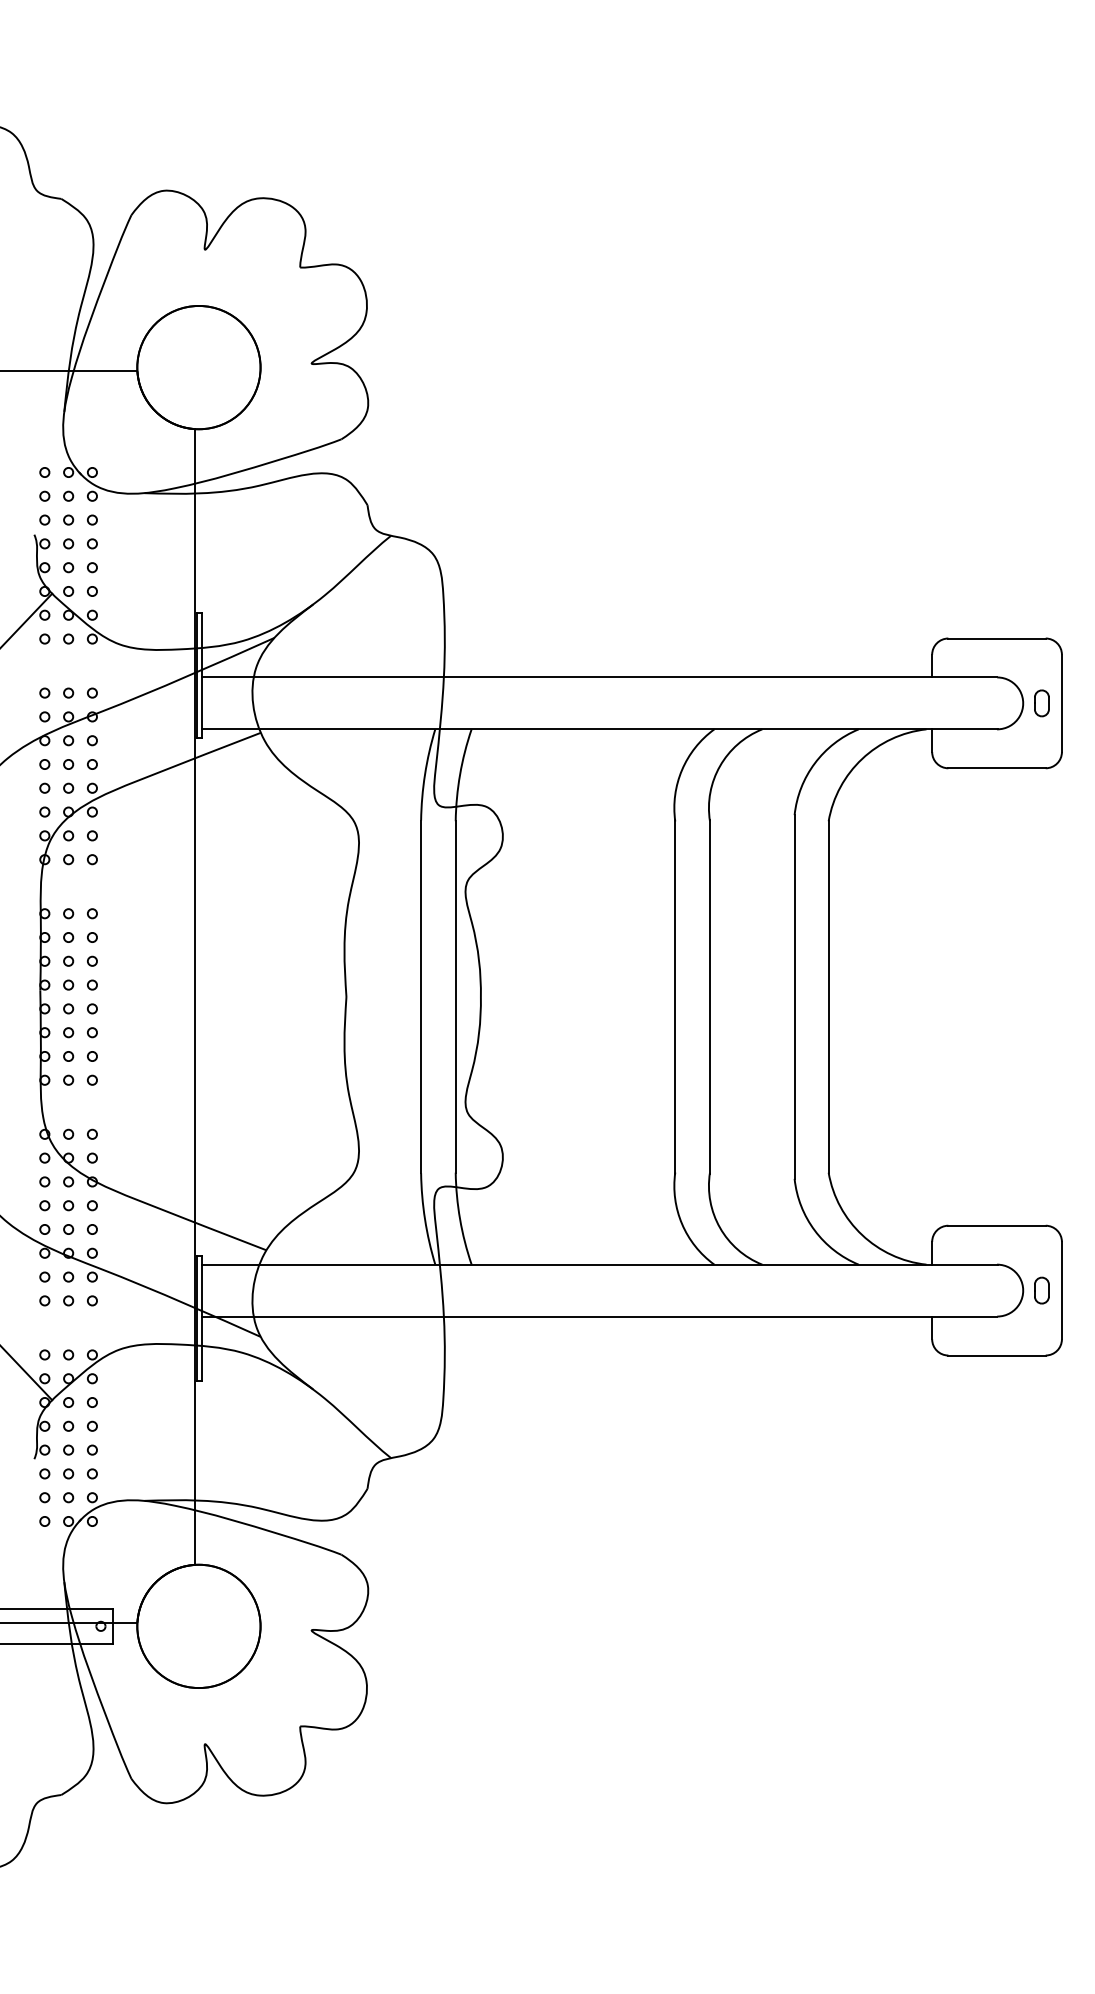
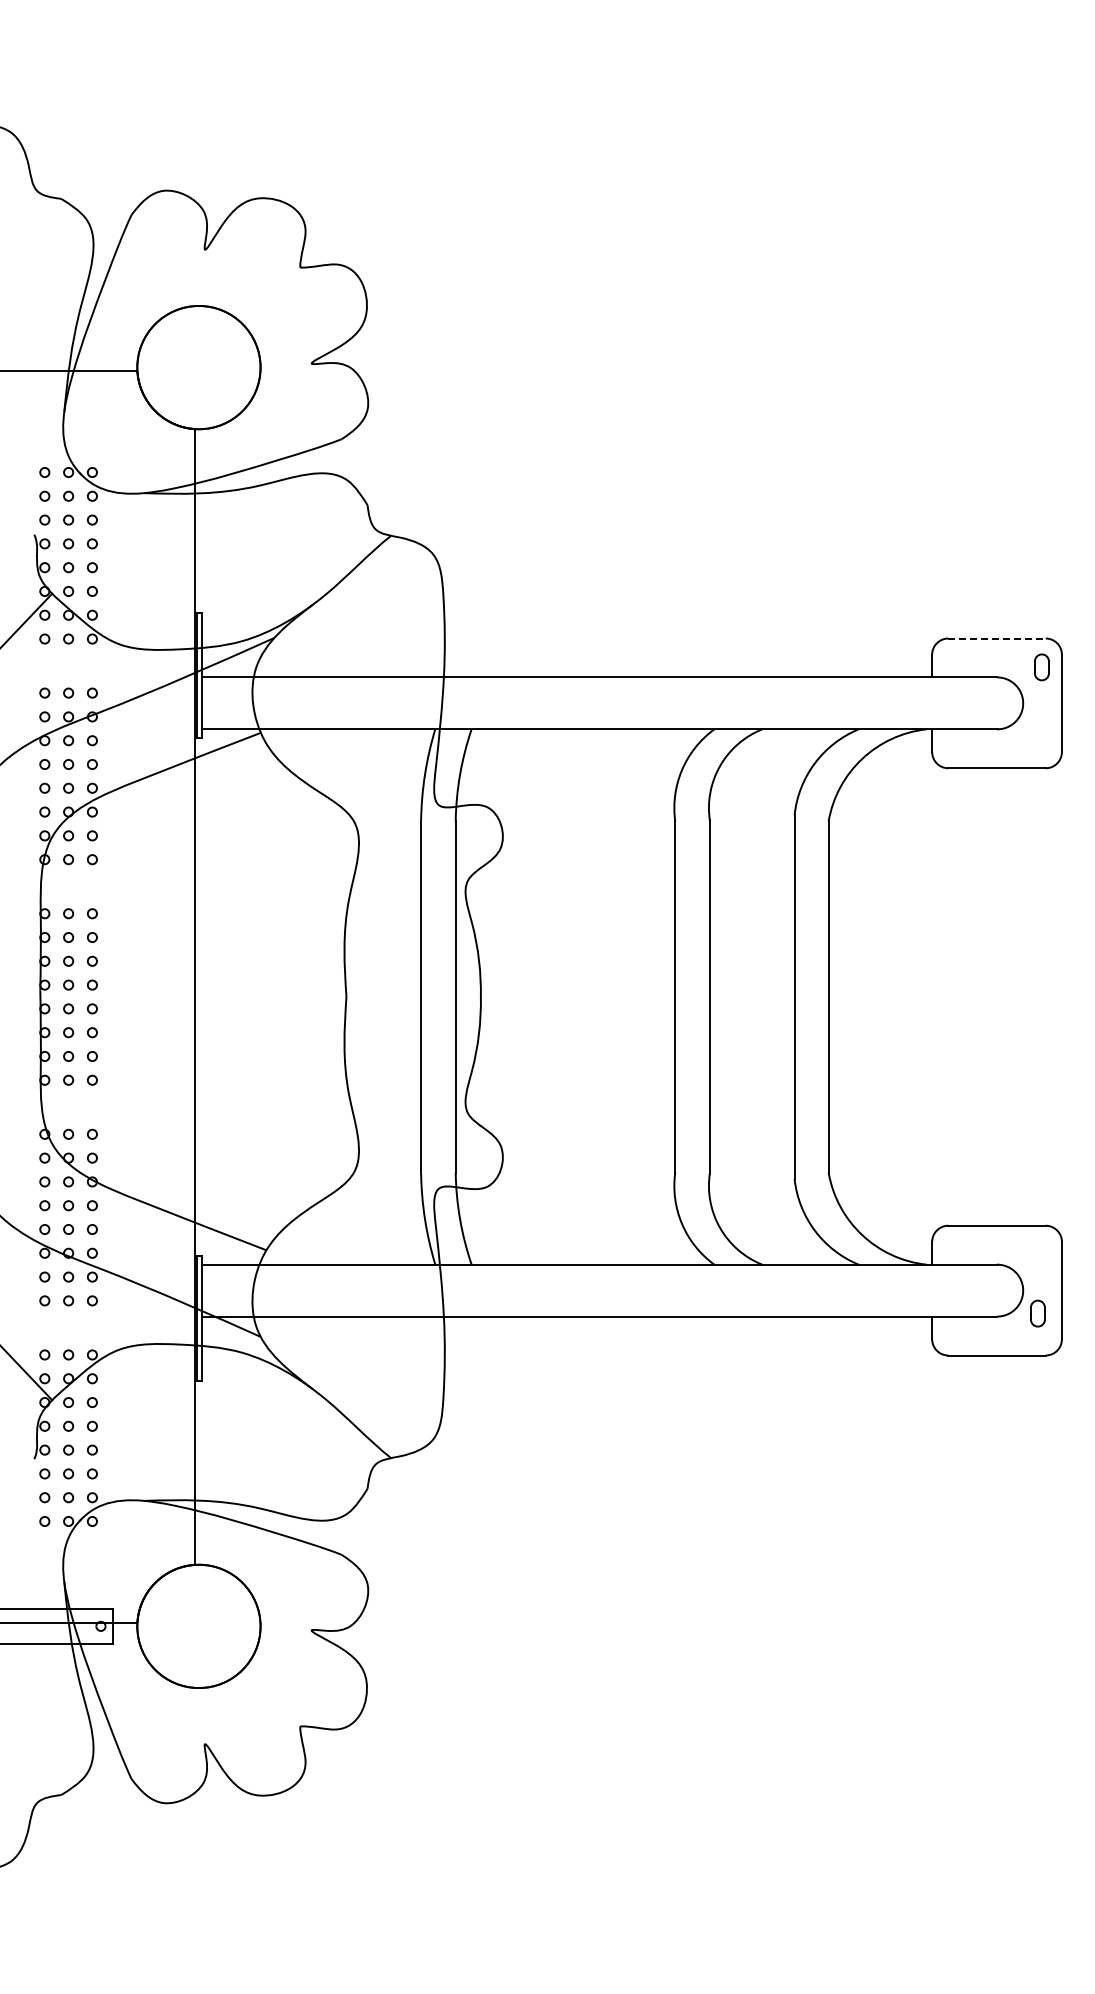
line at (997, 638): solid -> dashed
part at (1041, 703) position: (1041, 703) -> (1041, 667)
part at (1041, 1290) position: (1041, 1290) -> (1037, 1313)
